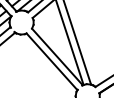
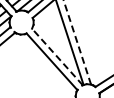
line at (77, 42): solid -> dashed
line at (57, 56): solid -> dashed
